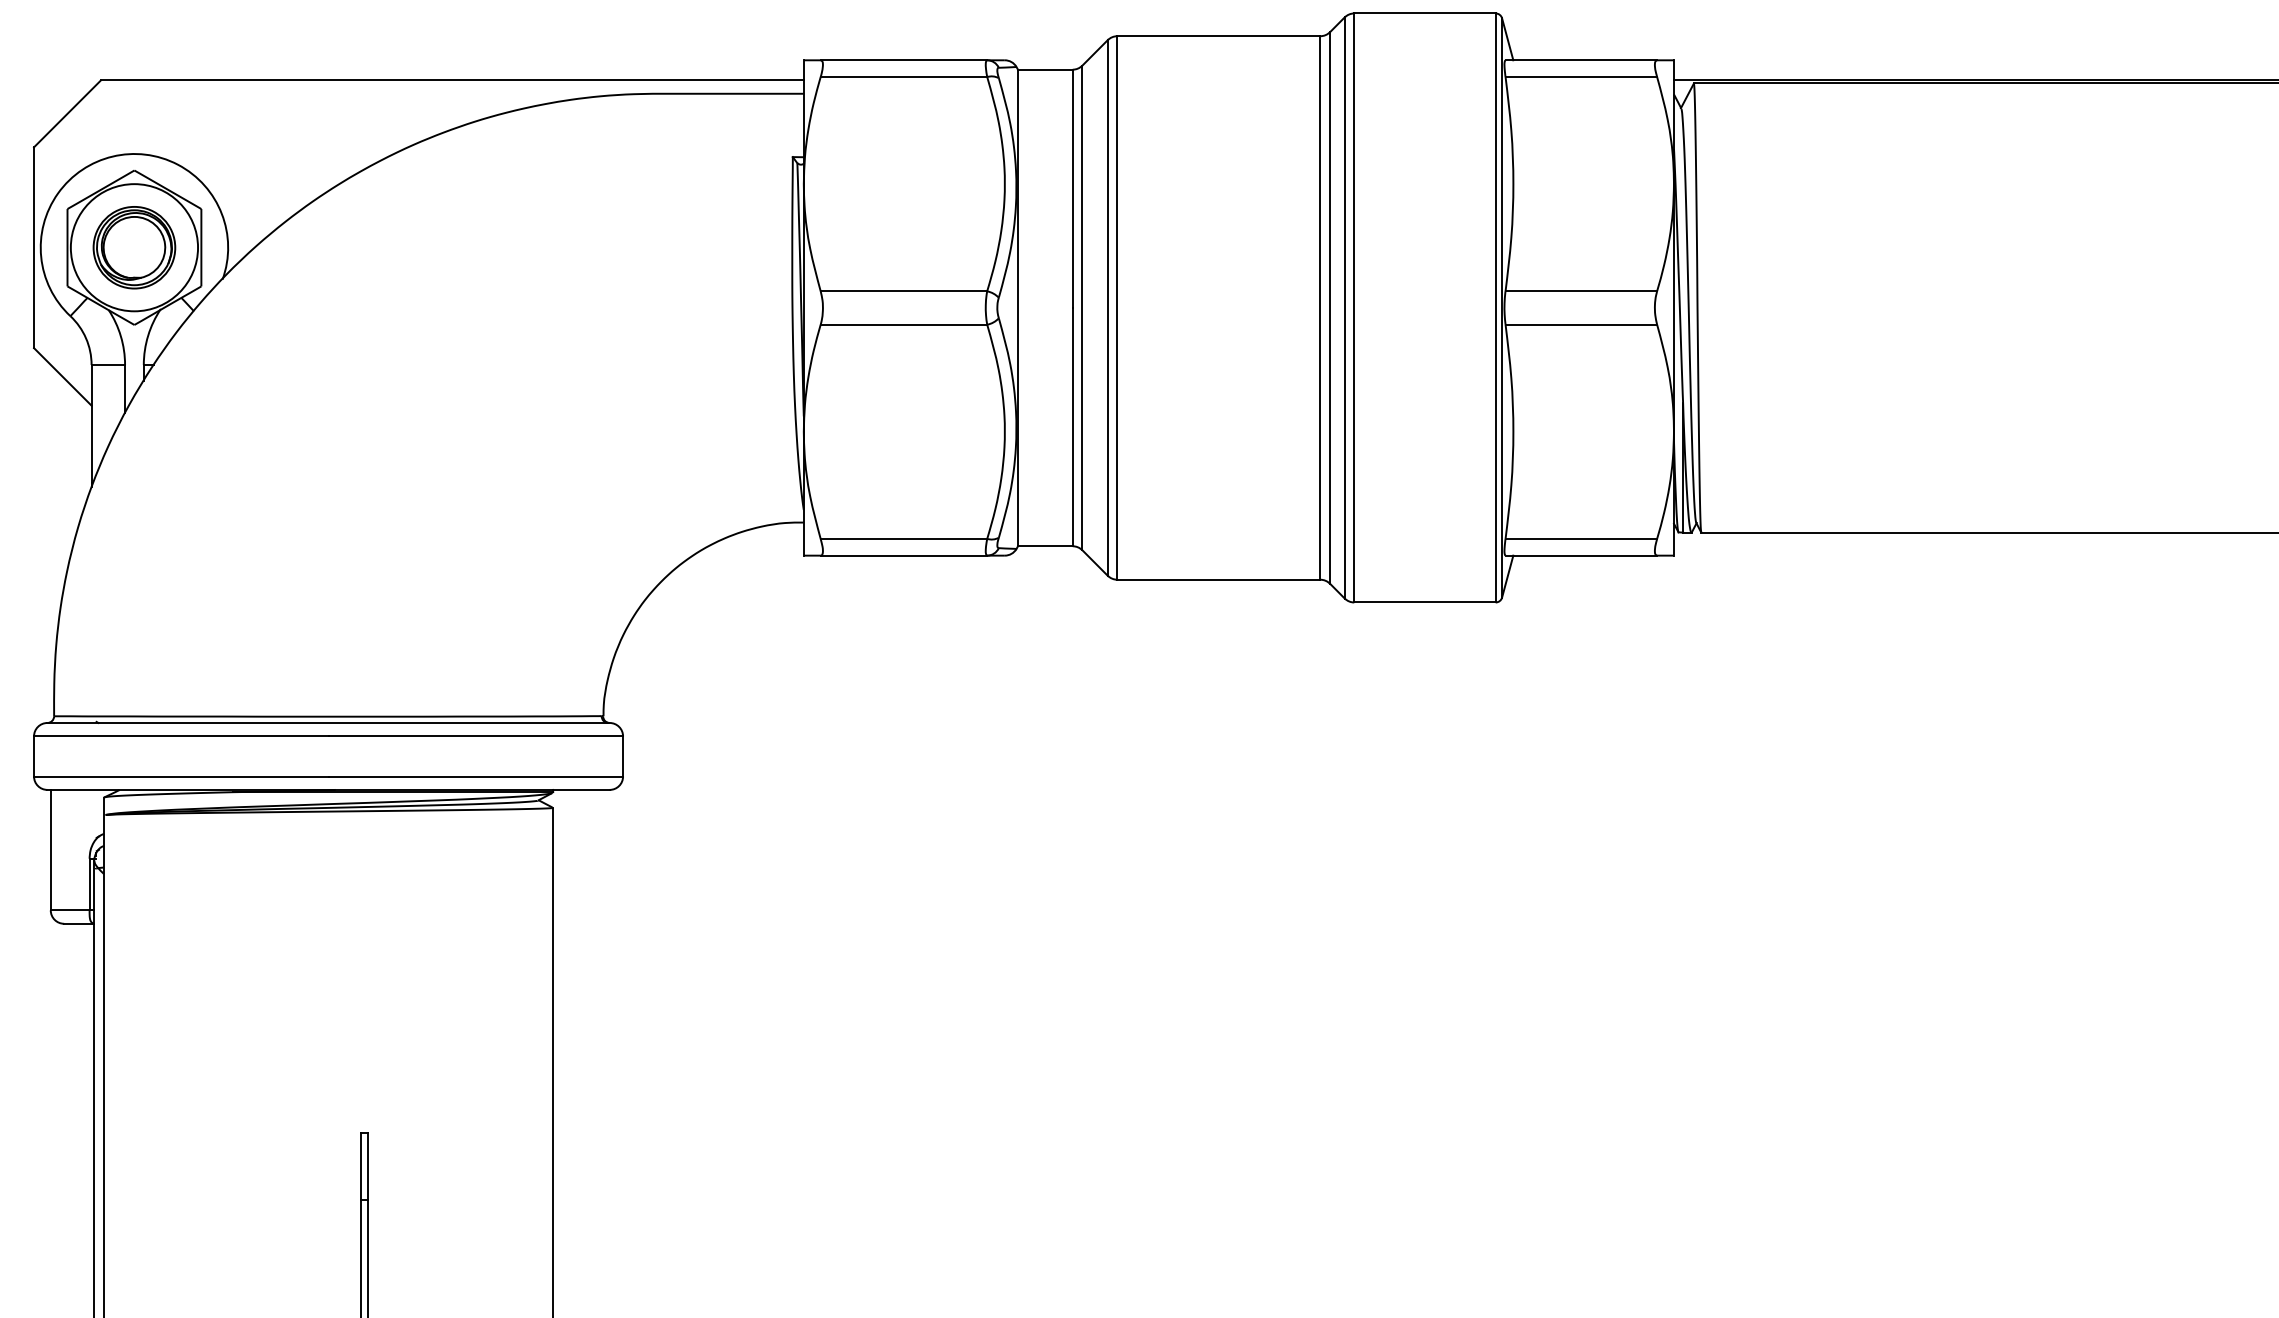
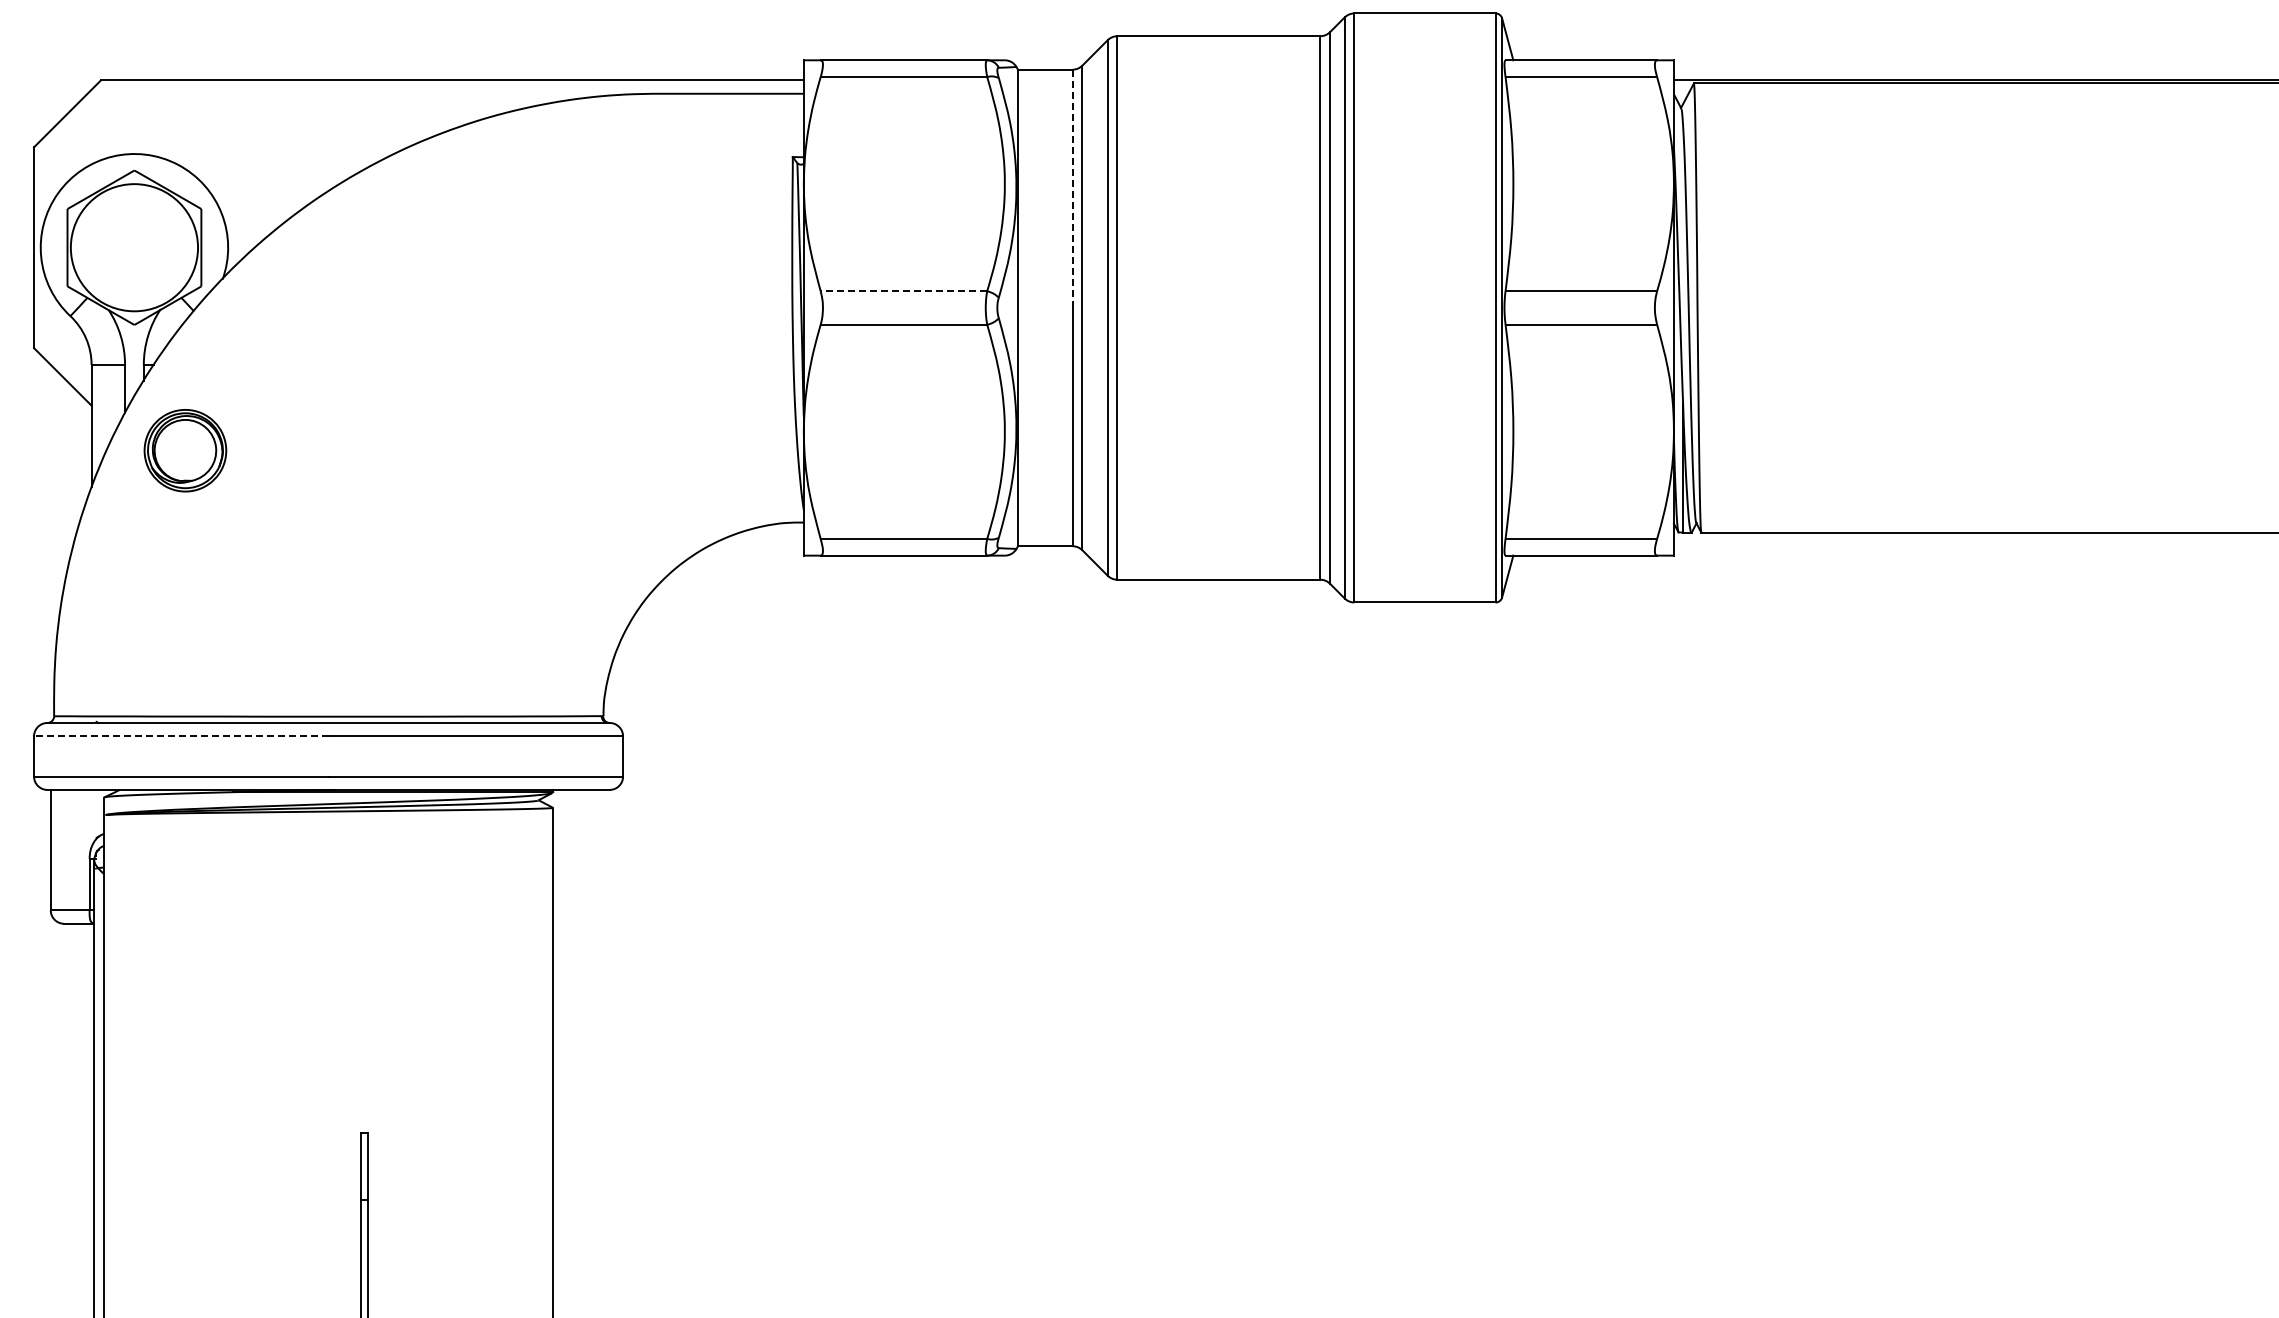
line at (1072, 188): solid -> dashed
part at (134, 247) position: (134, 247) -> (185, 450)
line at (903, 291): solid -> dashed
line at (180, 736): solid -> dashed
